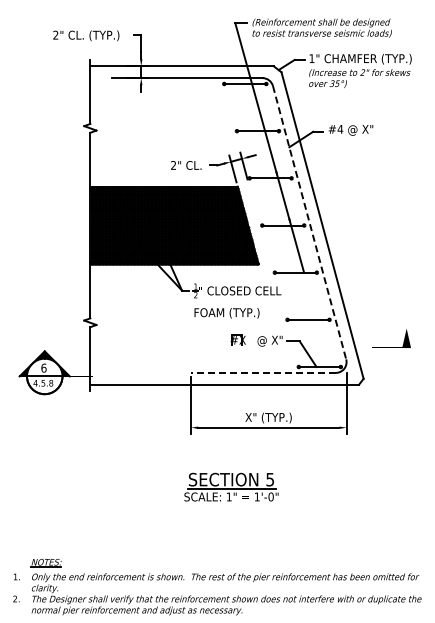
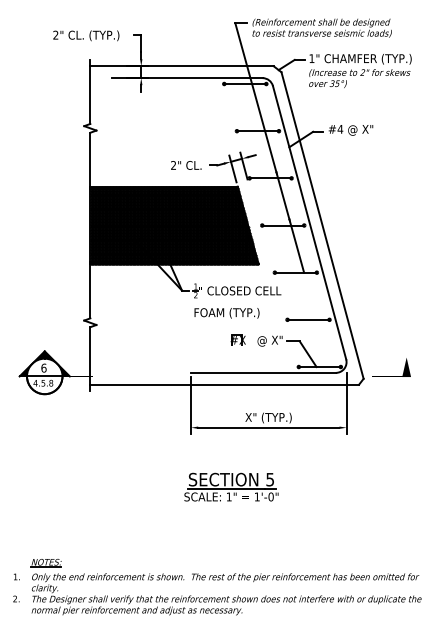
line at (309, 223): dashed -> solid
part at (391, 347) position: (391, 347) -> (391, 376)
line at (263, 372): dashed -> solid
